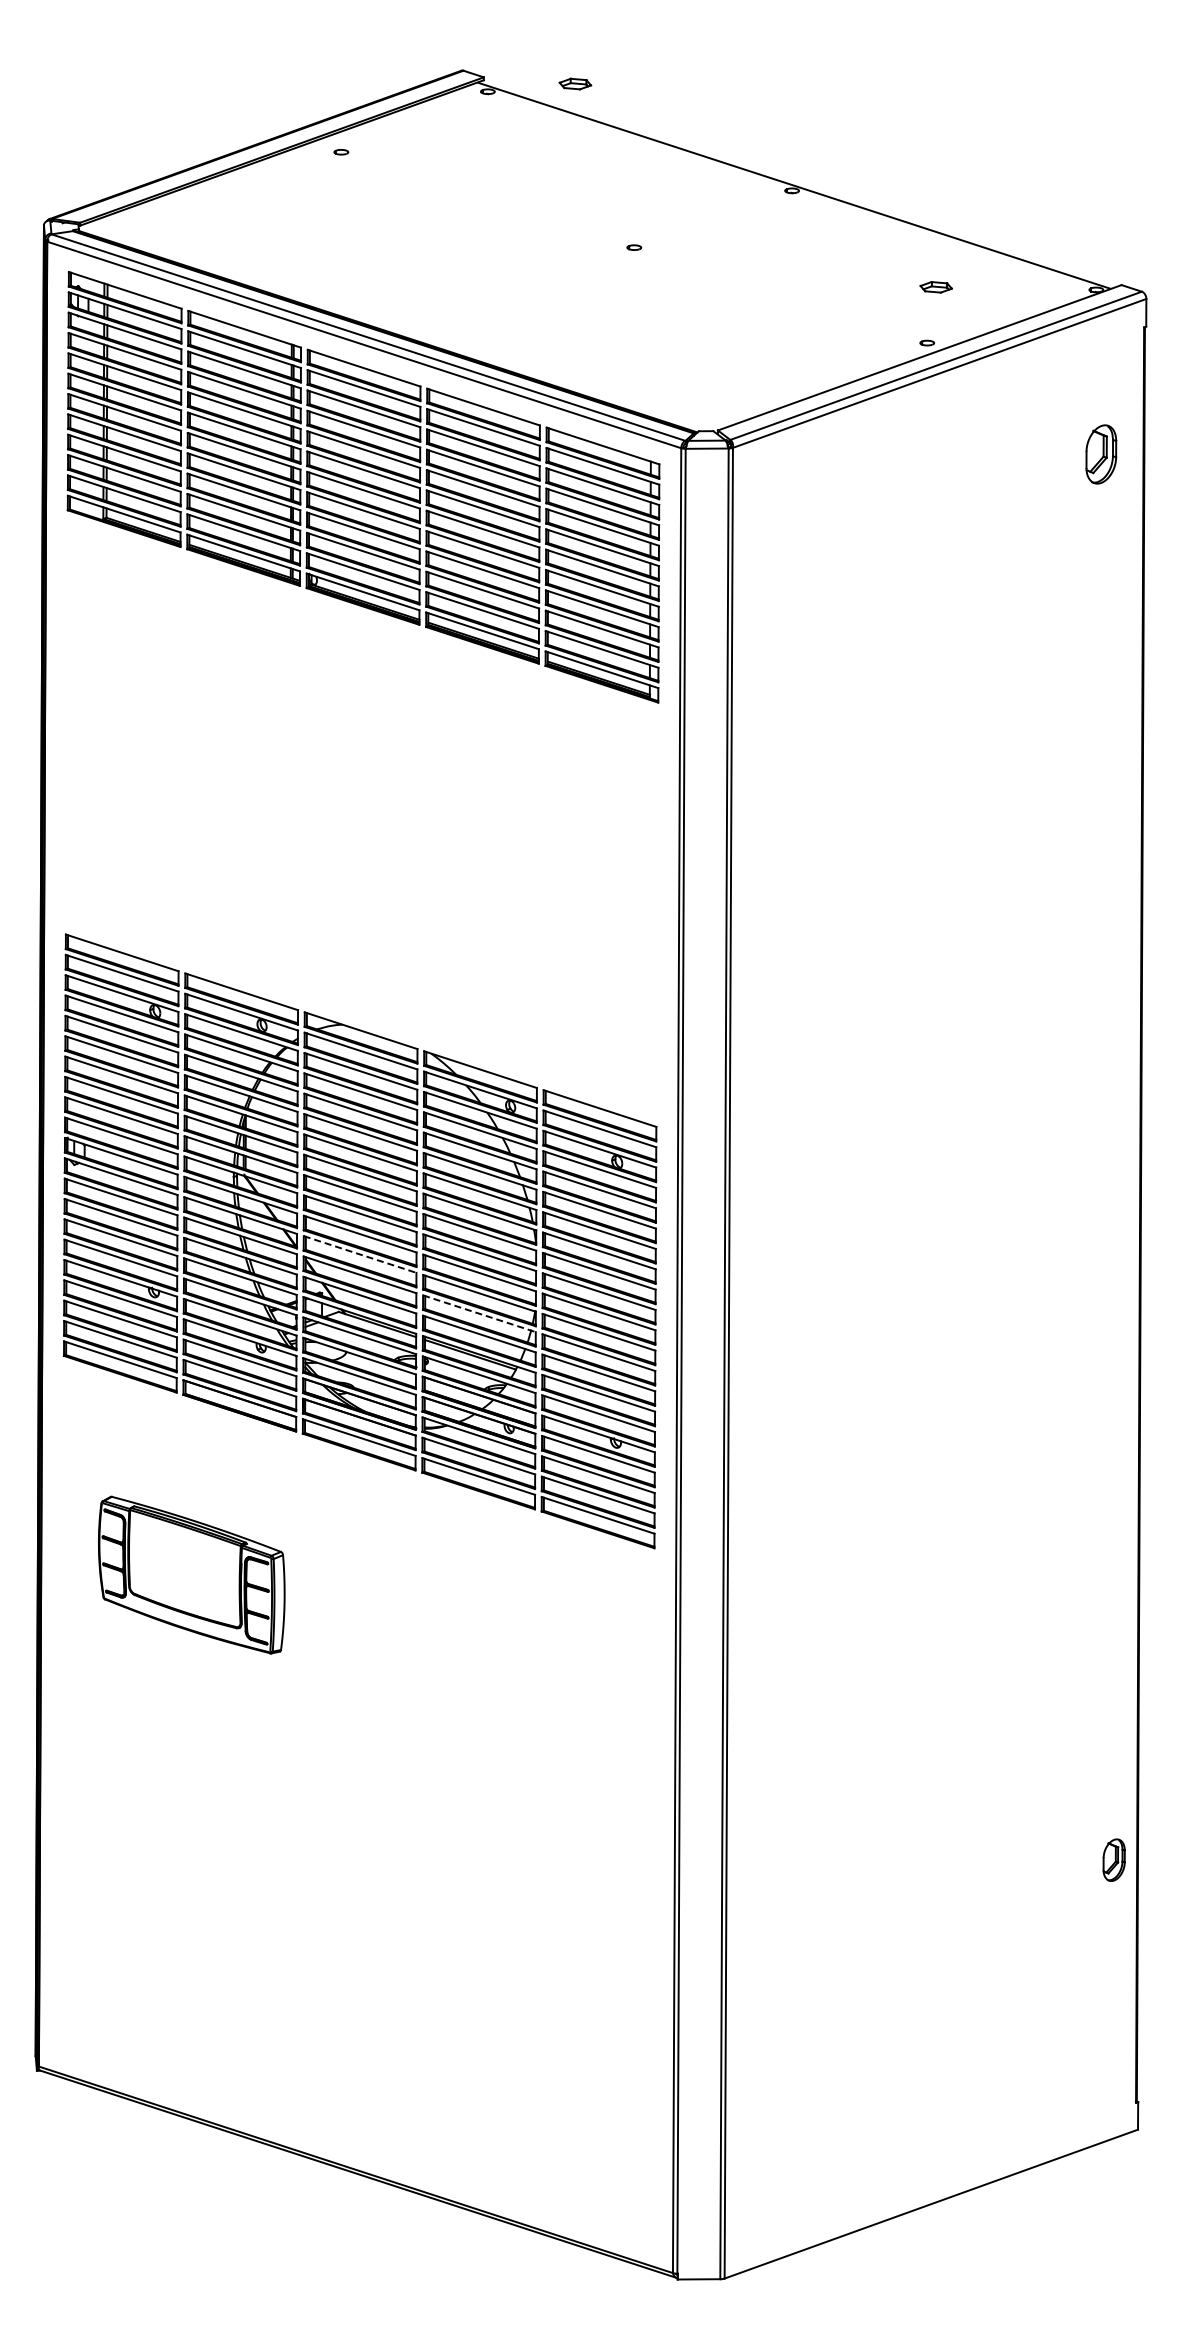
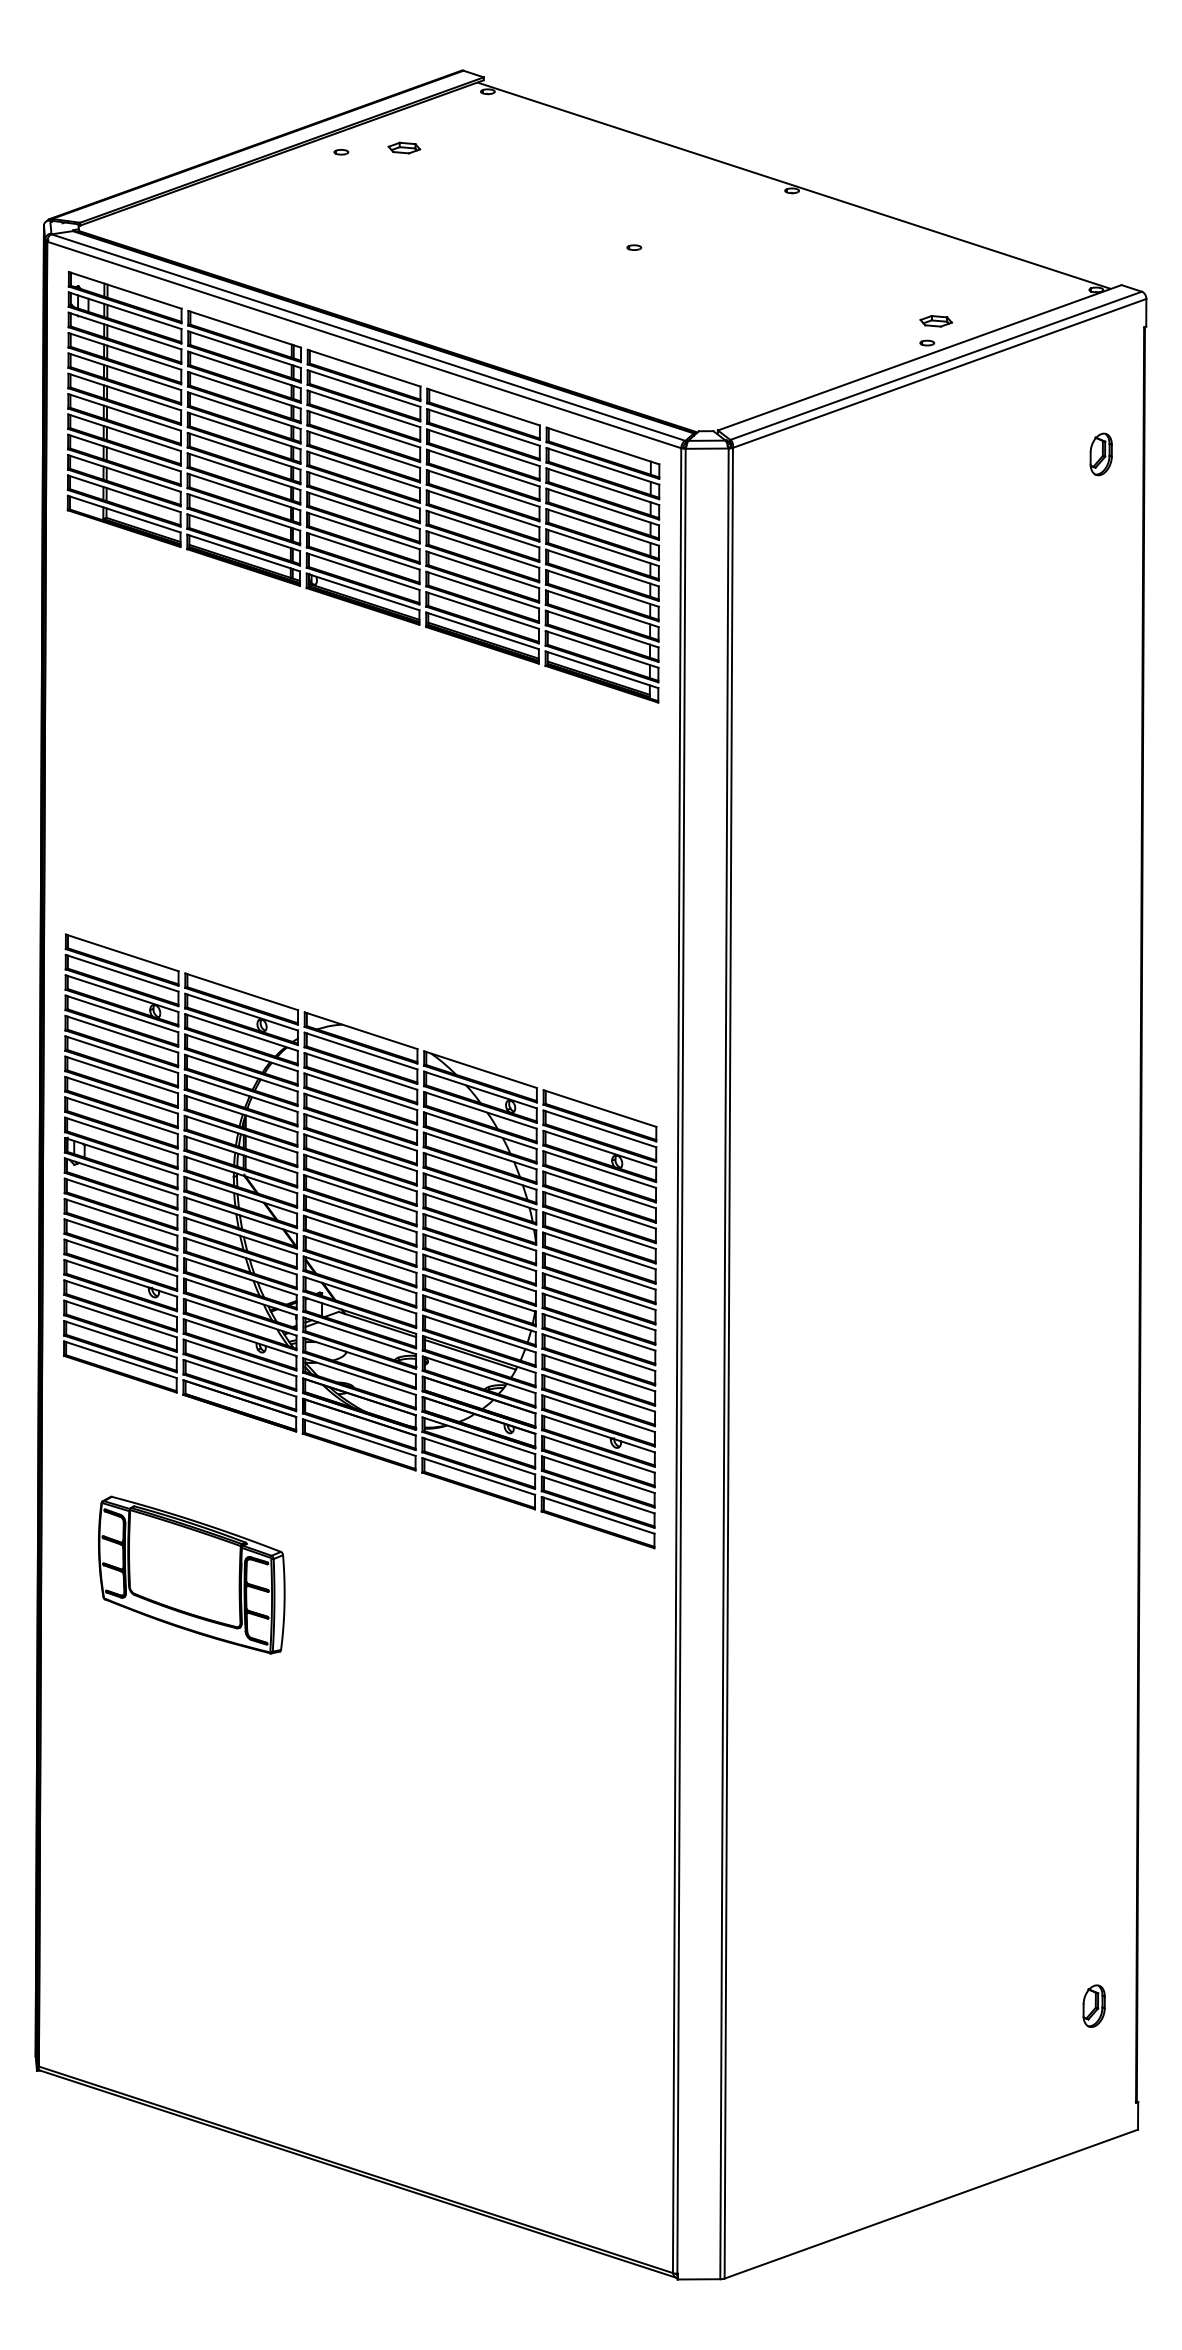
part at (575, 83) position: (575, 83) -> (404, 147)
part at (935, 287) position: (935, 287) -> (935, 321)
part at (1101, 454) size: 33x61 px -> 24x45 px
line at (360, 1254): dashed -> solid
line at (479, 1313): dashed -> solid
part at (1113, 1859) position: (1113, 1859) -> (1093, 2005)
